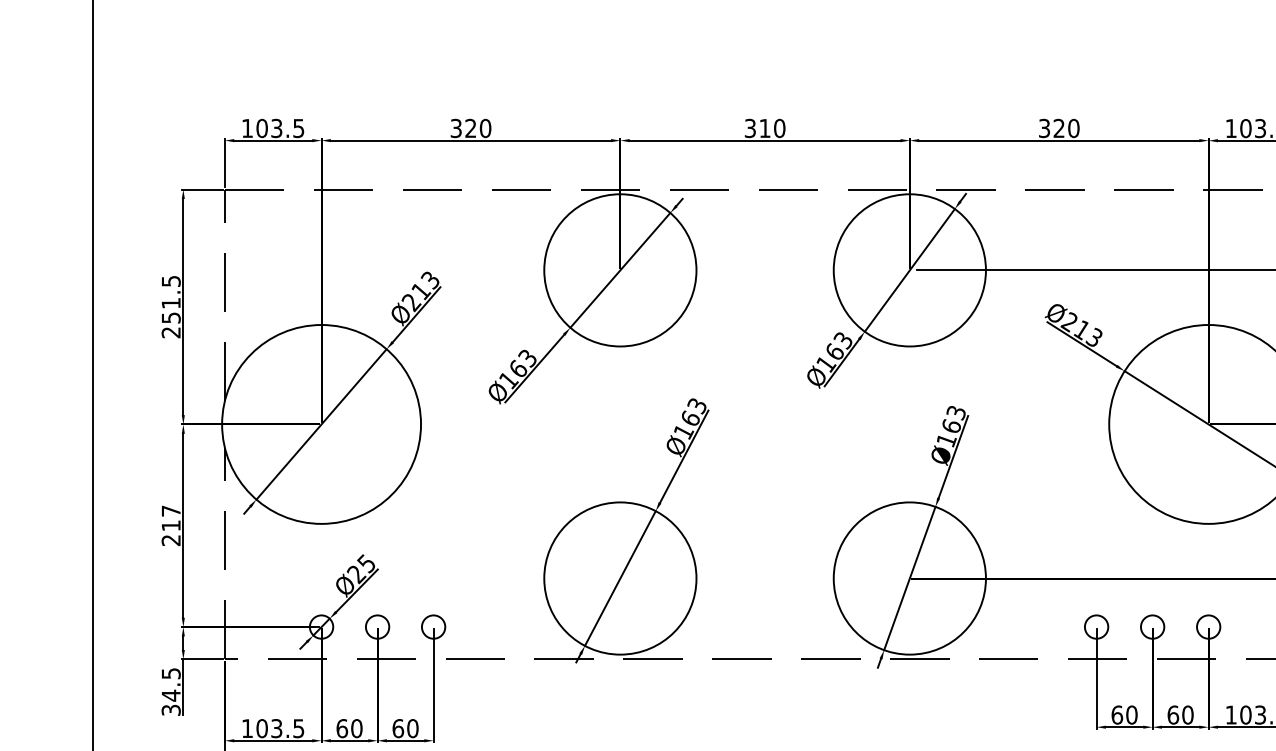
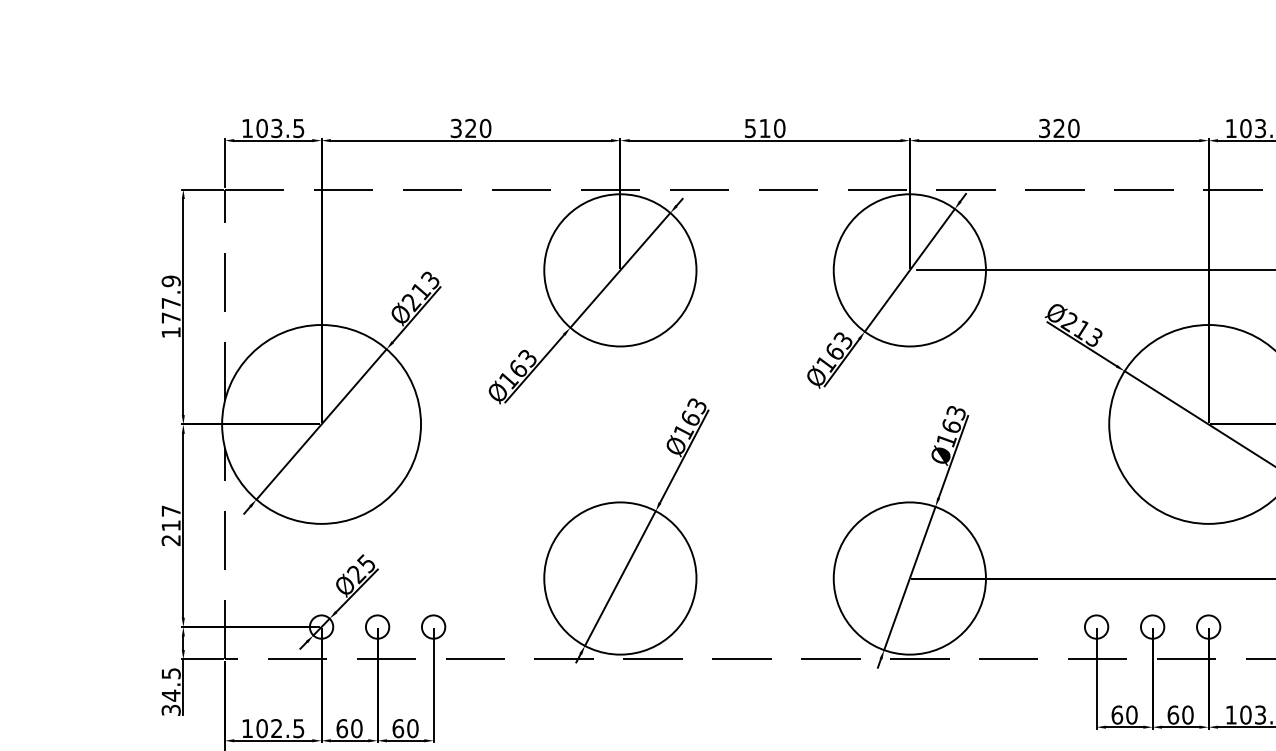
text at (750, 127): 310 -> 510
text at (170, 306): 251.5 -> 177.9
line at (92, 374): present -> none
text at (276, 728): 103.5 -> 102.5
